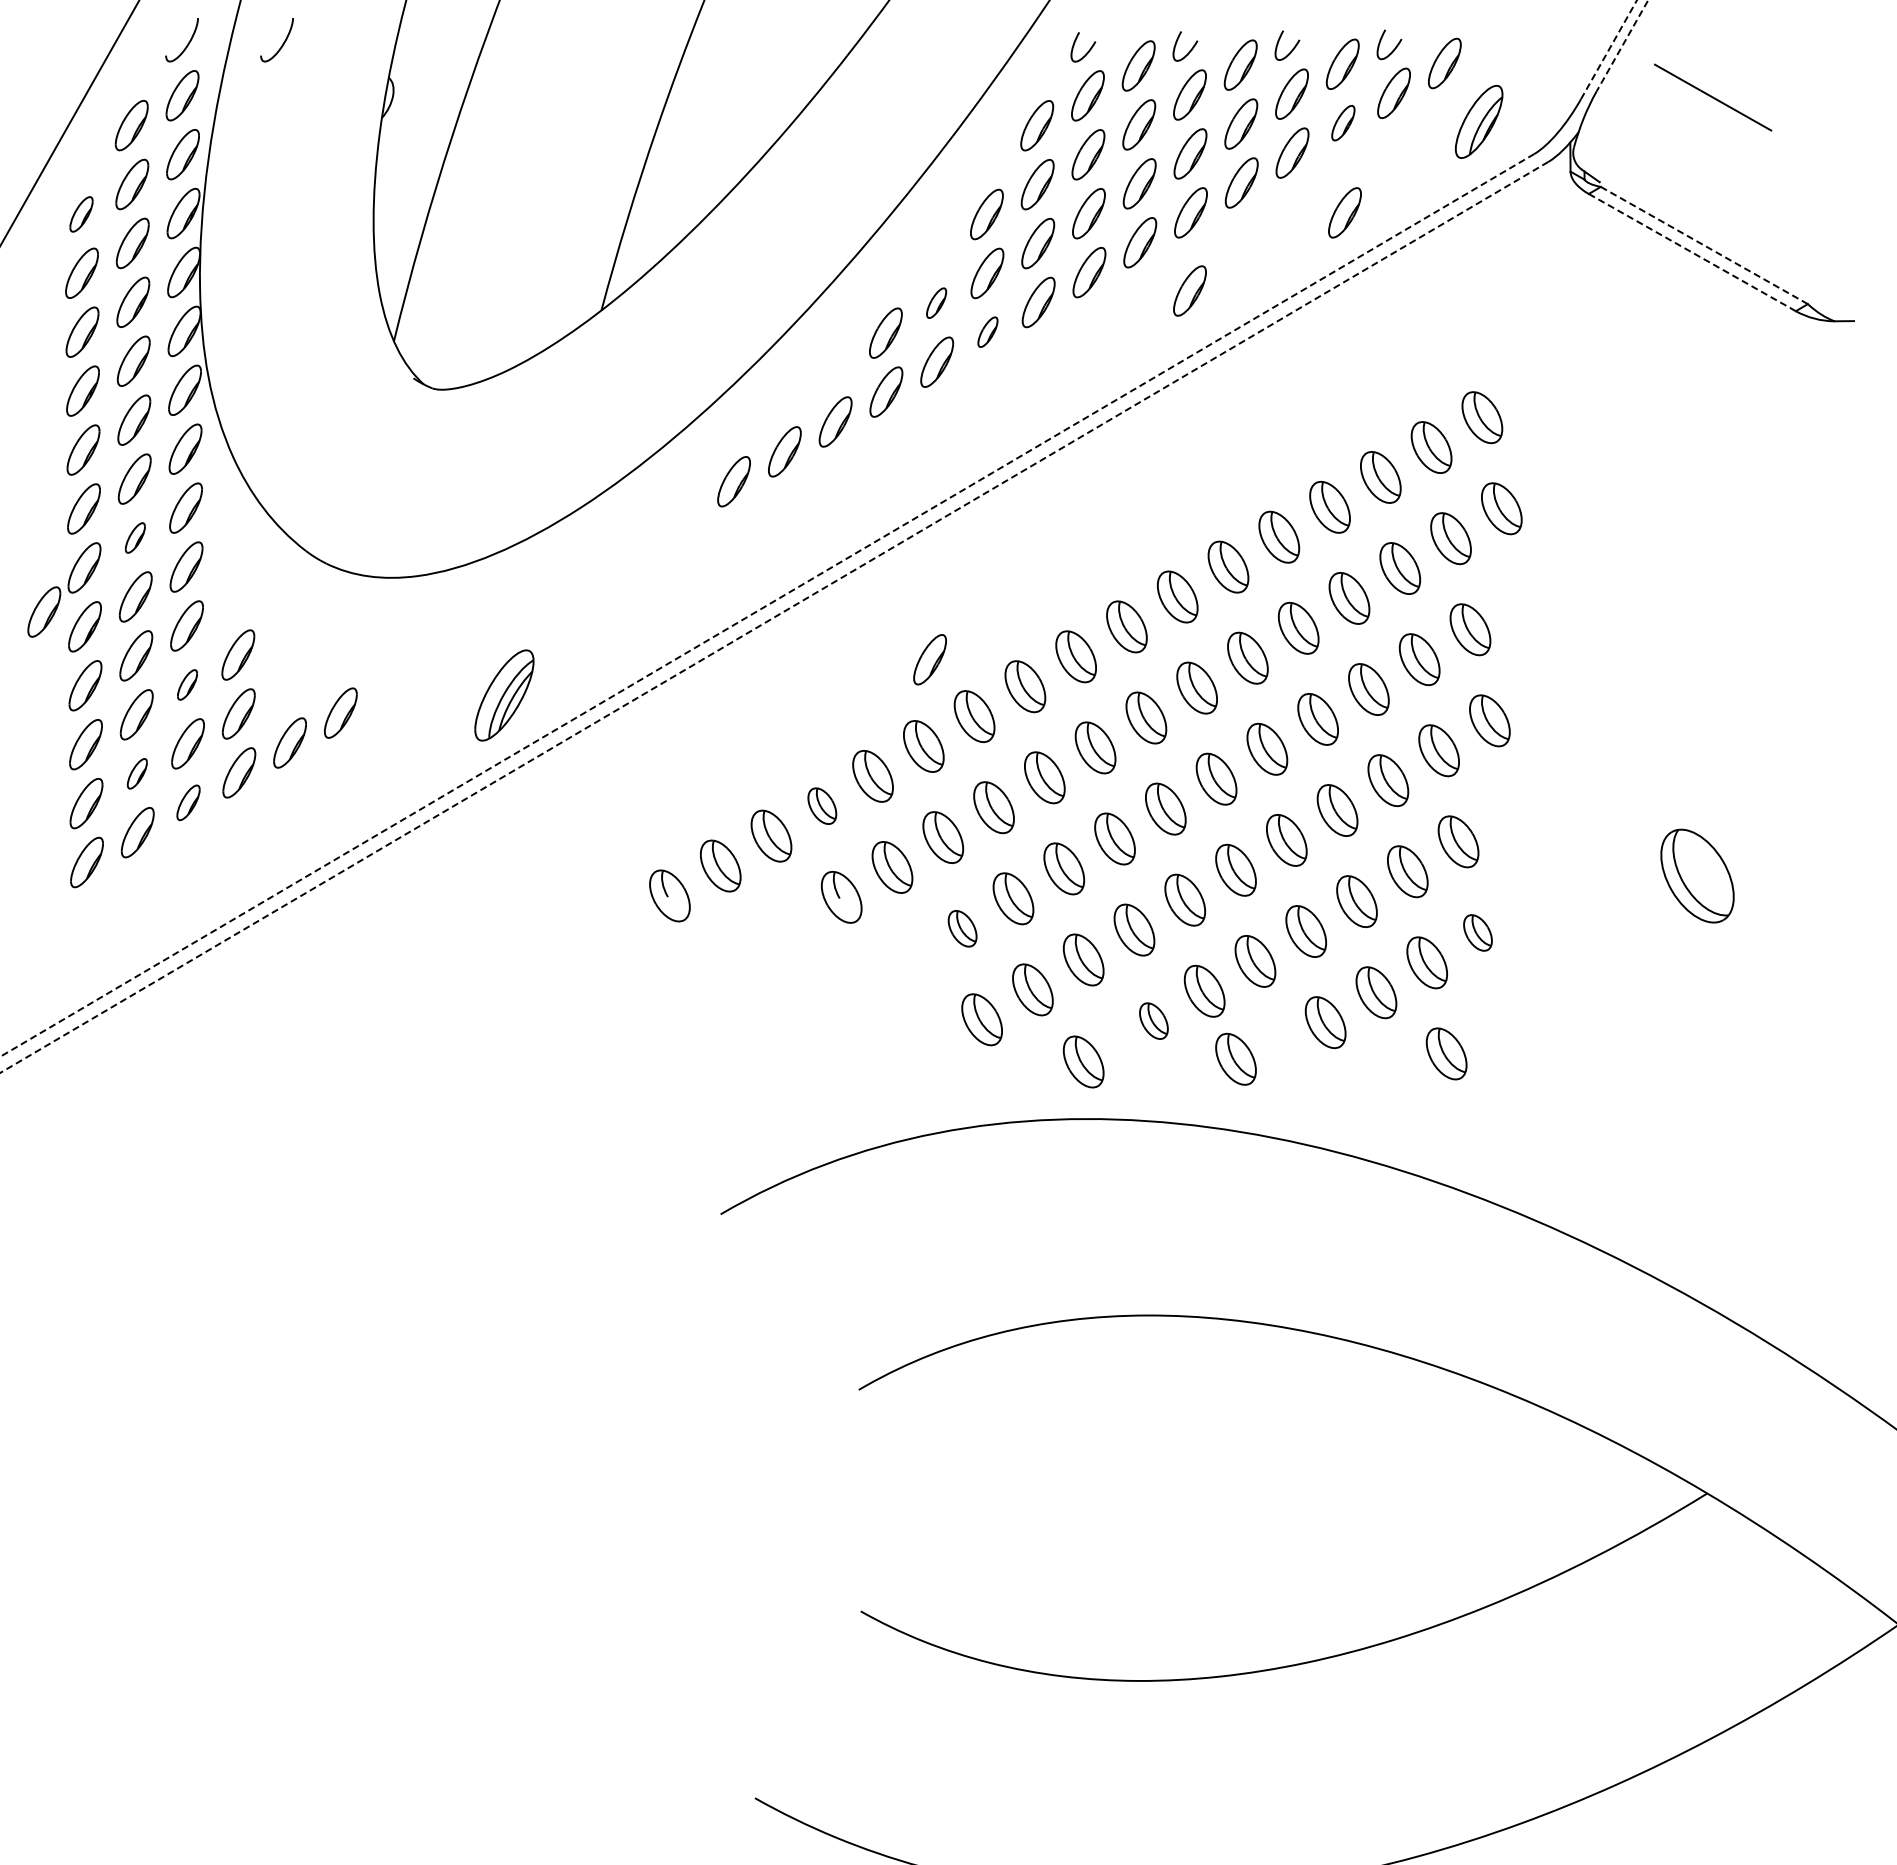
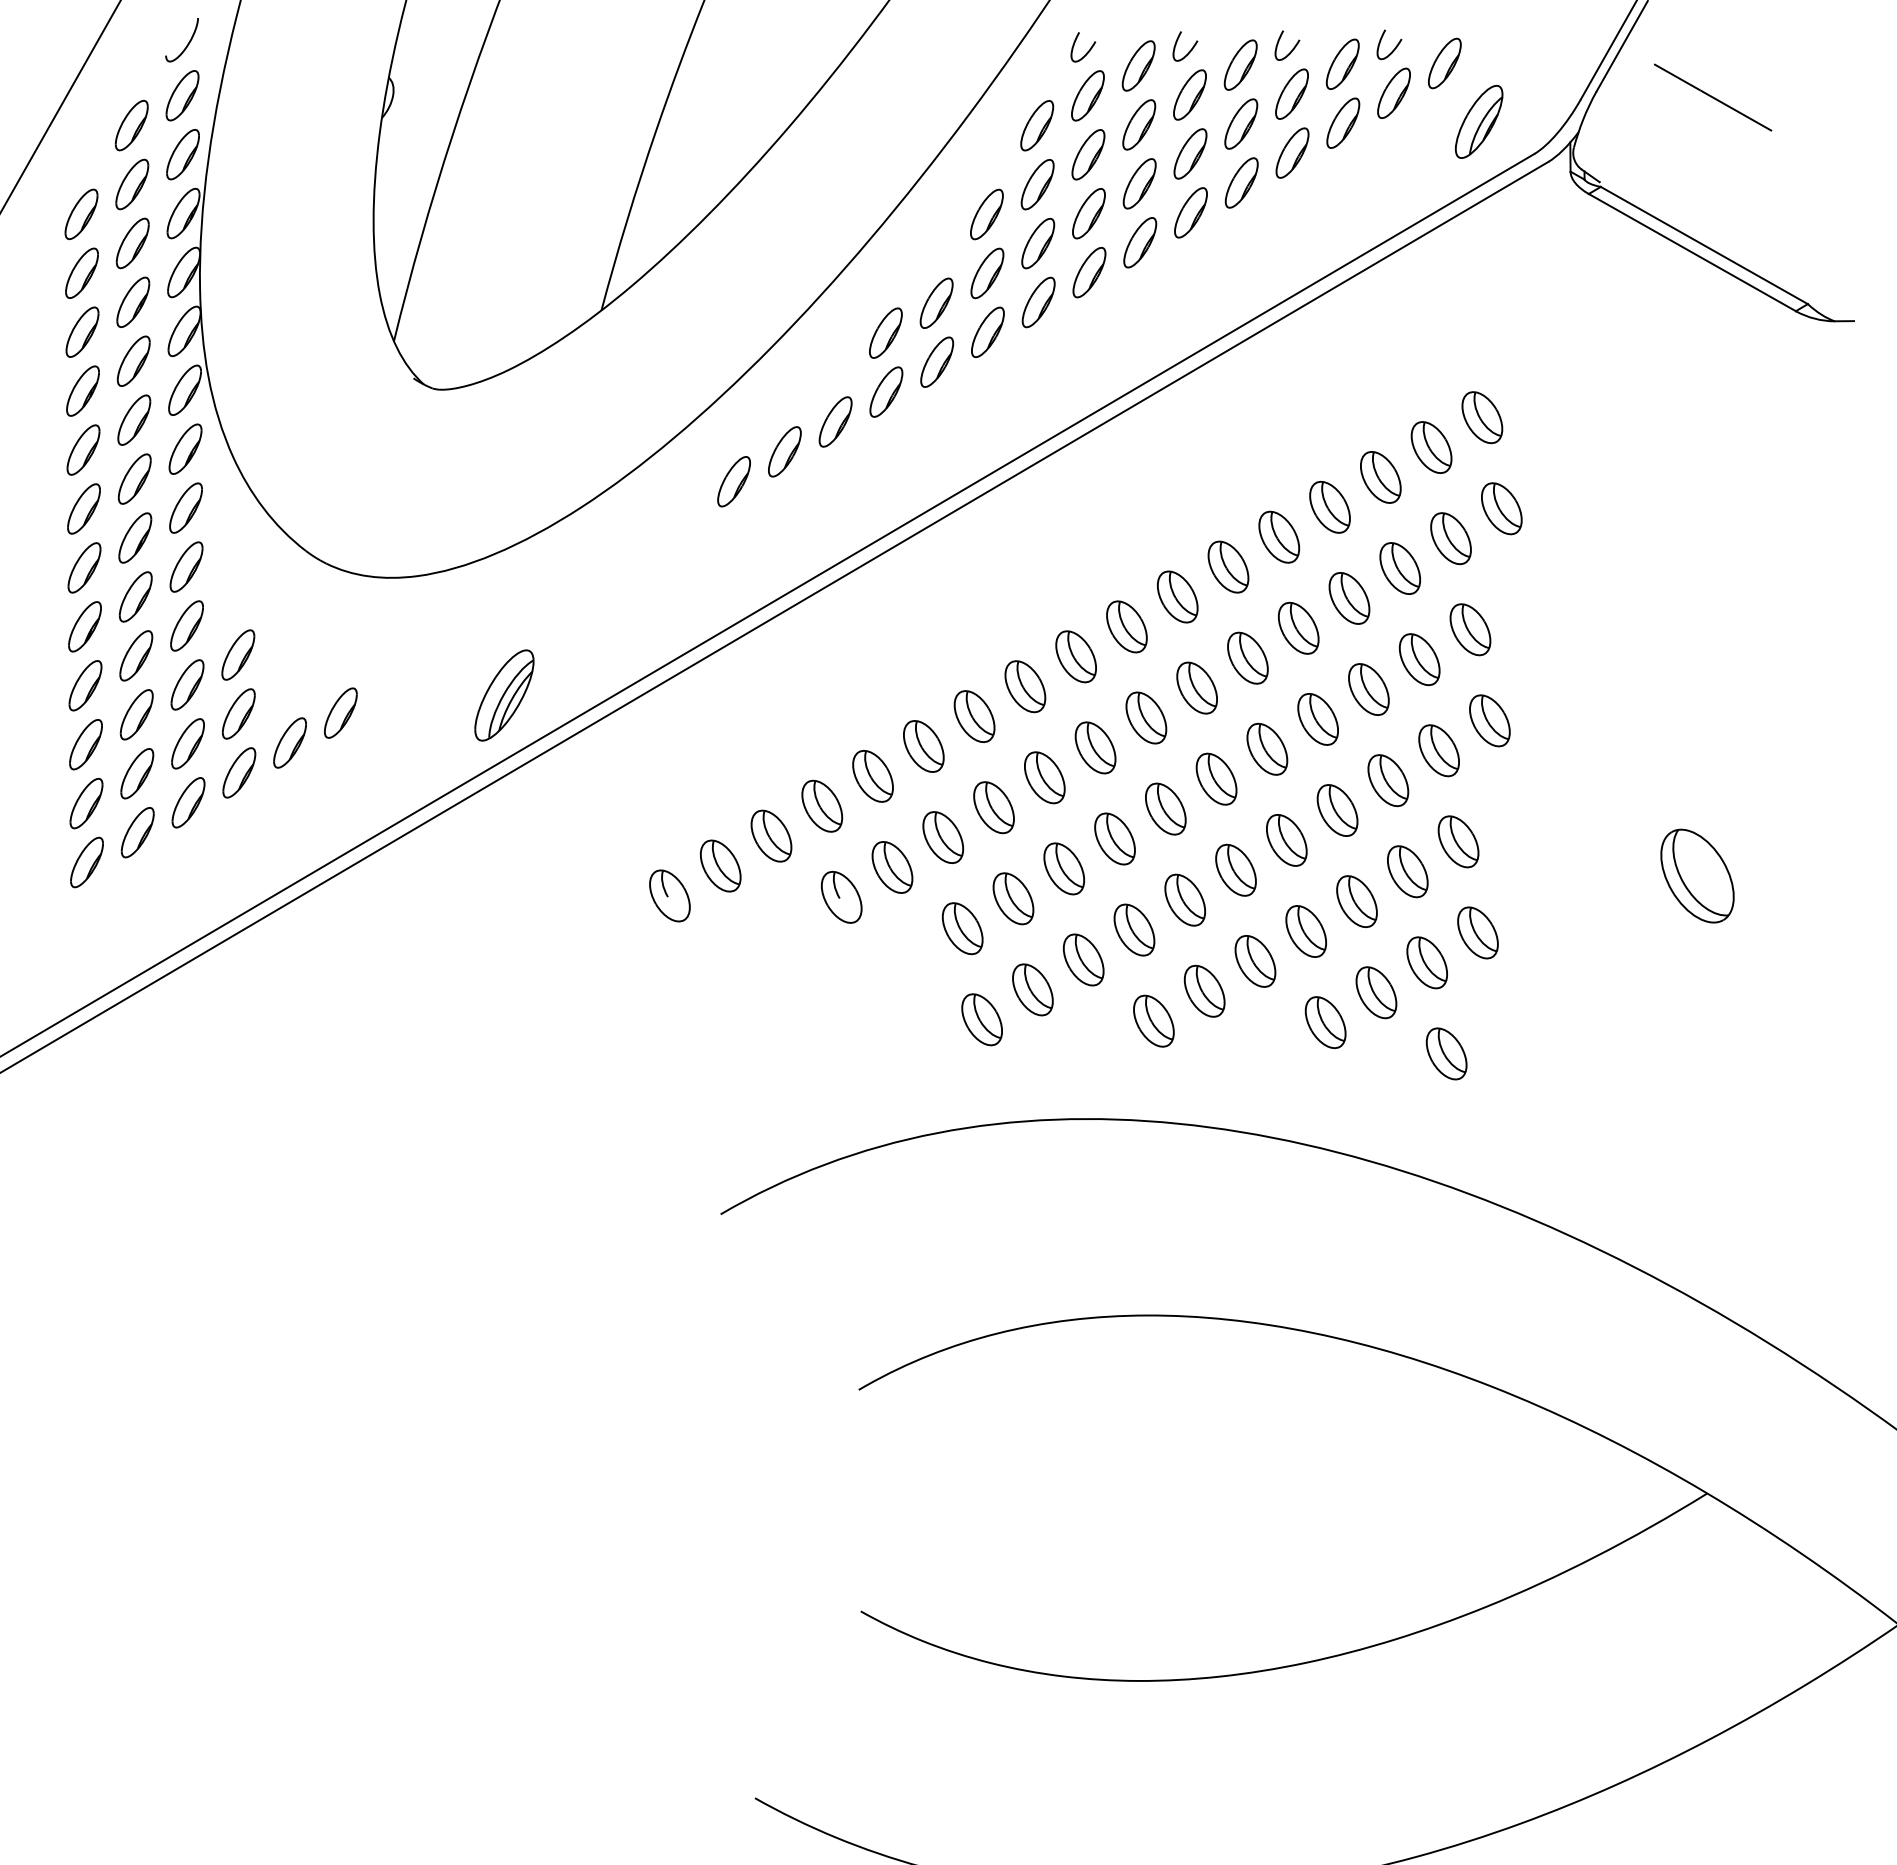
curve at (282, 43): present -> none
line at (1622, 46): dashed -> solid
line at (1609, 49): dashed -> solid
line at (70, 122) position: (70, 122) -> (60, 105)
part at (1343, 123) size: 25x37 px -> 35x52 px
part at (1344, 212): present -> none
part at (81, 214) size: 25x37 px -> 35x53 px
line at (1704, 245): dashed -> solid
line at (1692, 252): dashed -> solid
part at (1189, 290): present -> none
part at (936, 302) size: 22x32 px -> 35x52 px
part at (987, 331) size: 22x32 px -> 34x52 px
part at (134, 537) size: 22x32 px -> 35x52 px
line at (767, 605): dashed -> solid
part at (44, 611): present -> none
line at (774, 617): dashed -> solid
part at (929, 659): present -> none
part at (187, 684) size: 21x32 px -> 35x52 px
part at (136, 773) size: 22x32 px -> 35x52 px
part at (188, 802) size: 25x37 px -> 35x52 px
part at (822, 805) size: 31x38 px -> 43x54 px
part at (962, 928) size: 31x38 px -> 43x54 px
part at (1477, 932) size: 30x38 px -> 42x54 px
part at (1153, 1020) size: 30x38 px -> 42x54 px
part at (1235, 1058): present -> none
part at (1083, 1061): present -> none
